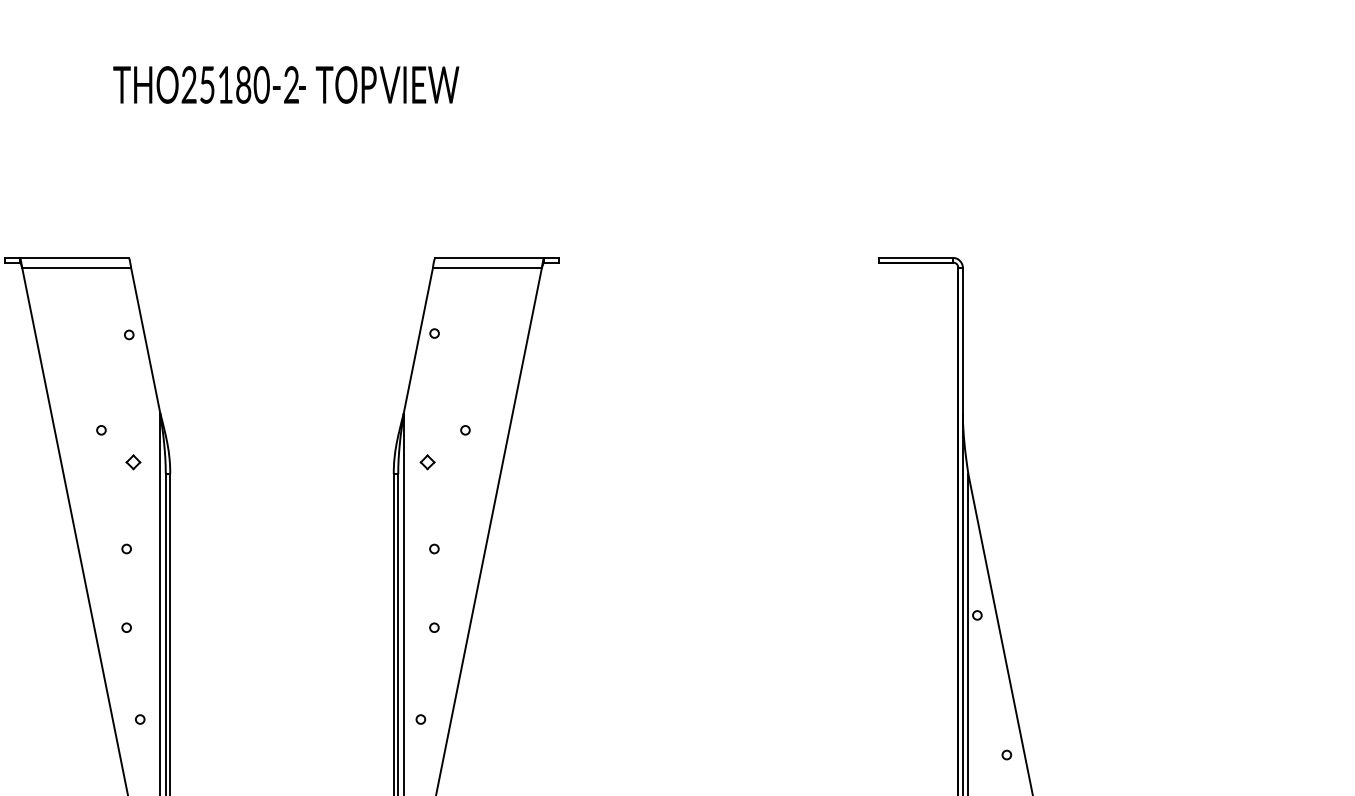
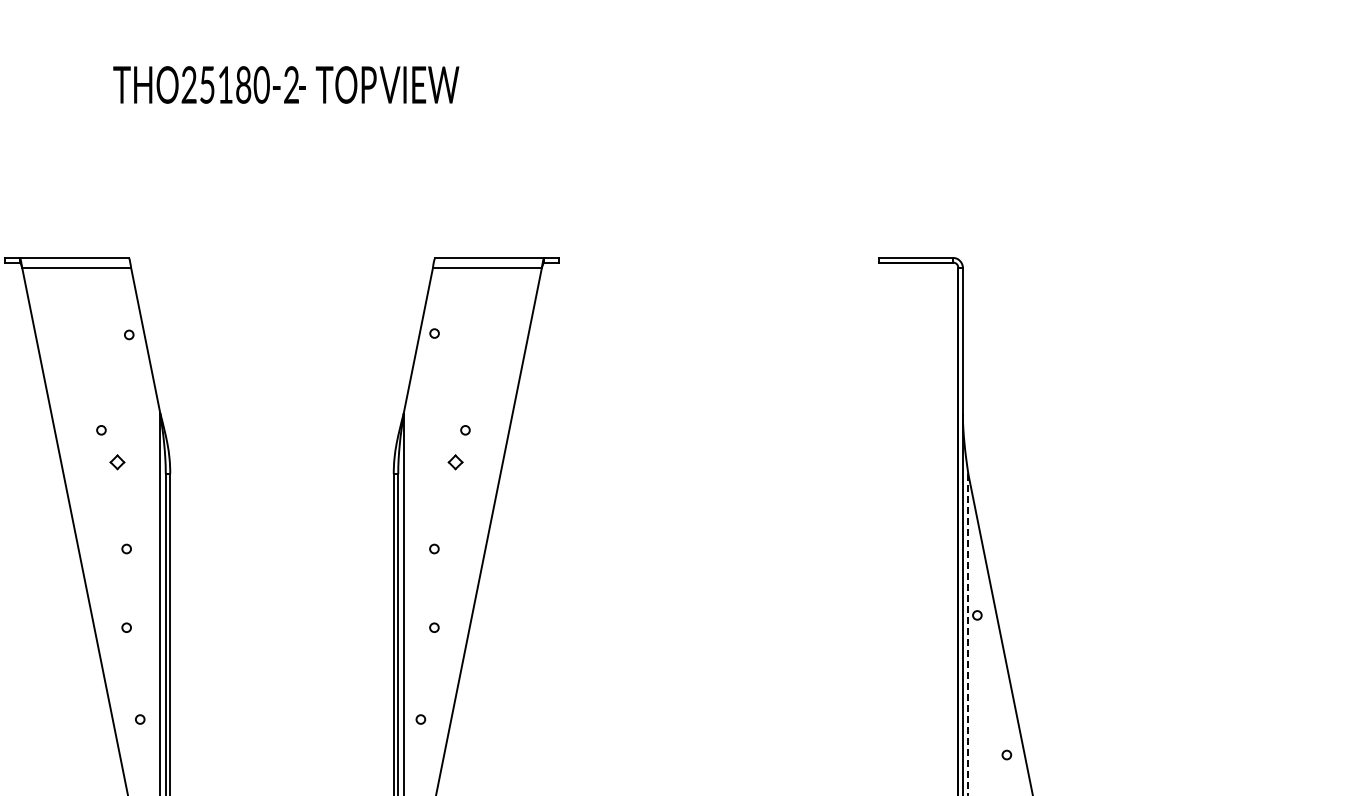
part at (133, 462) position: (133, 462) -> (117, 462)
part at (427, 462) position: (427, 462) -> (455, 462)
line at (968, 634): solid -> dashed
